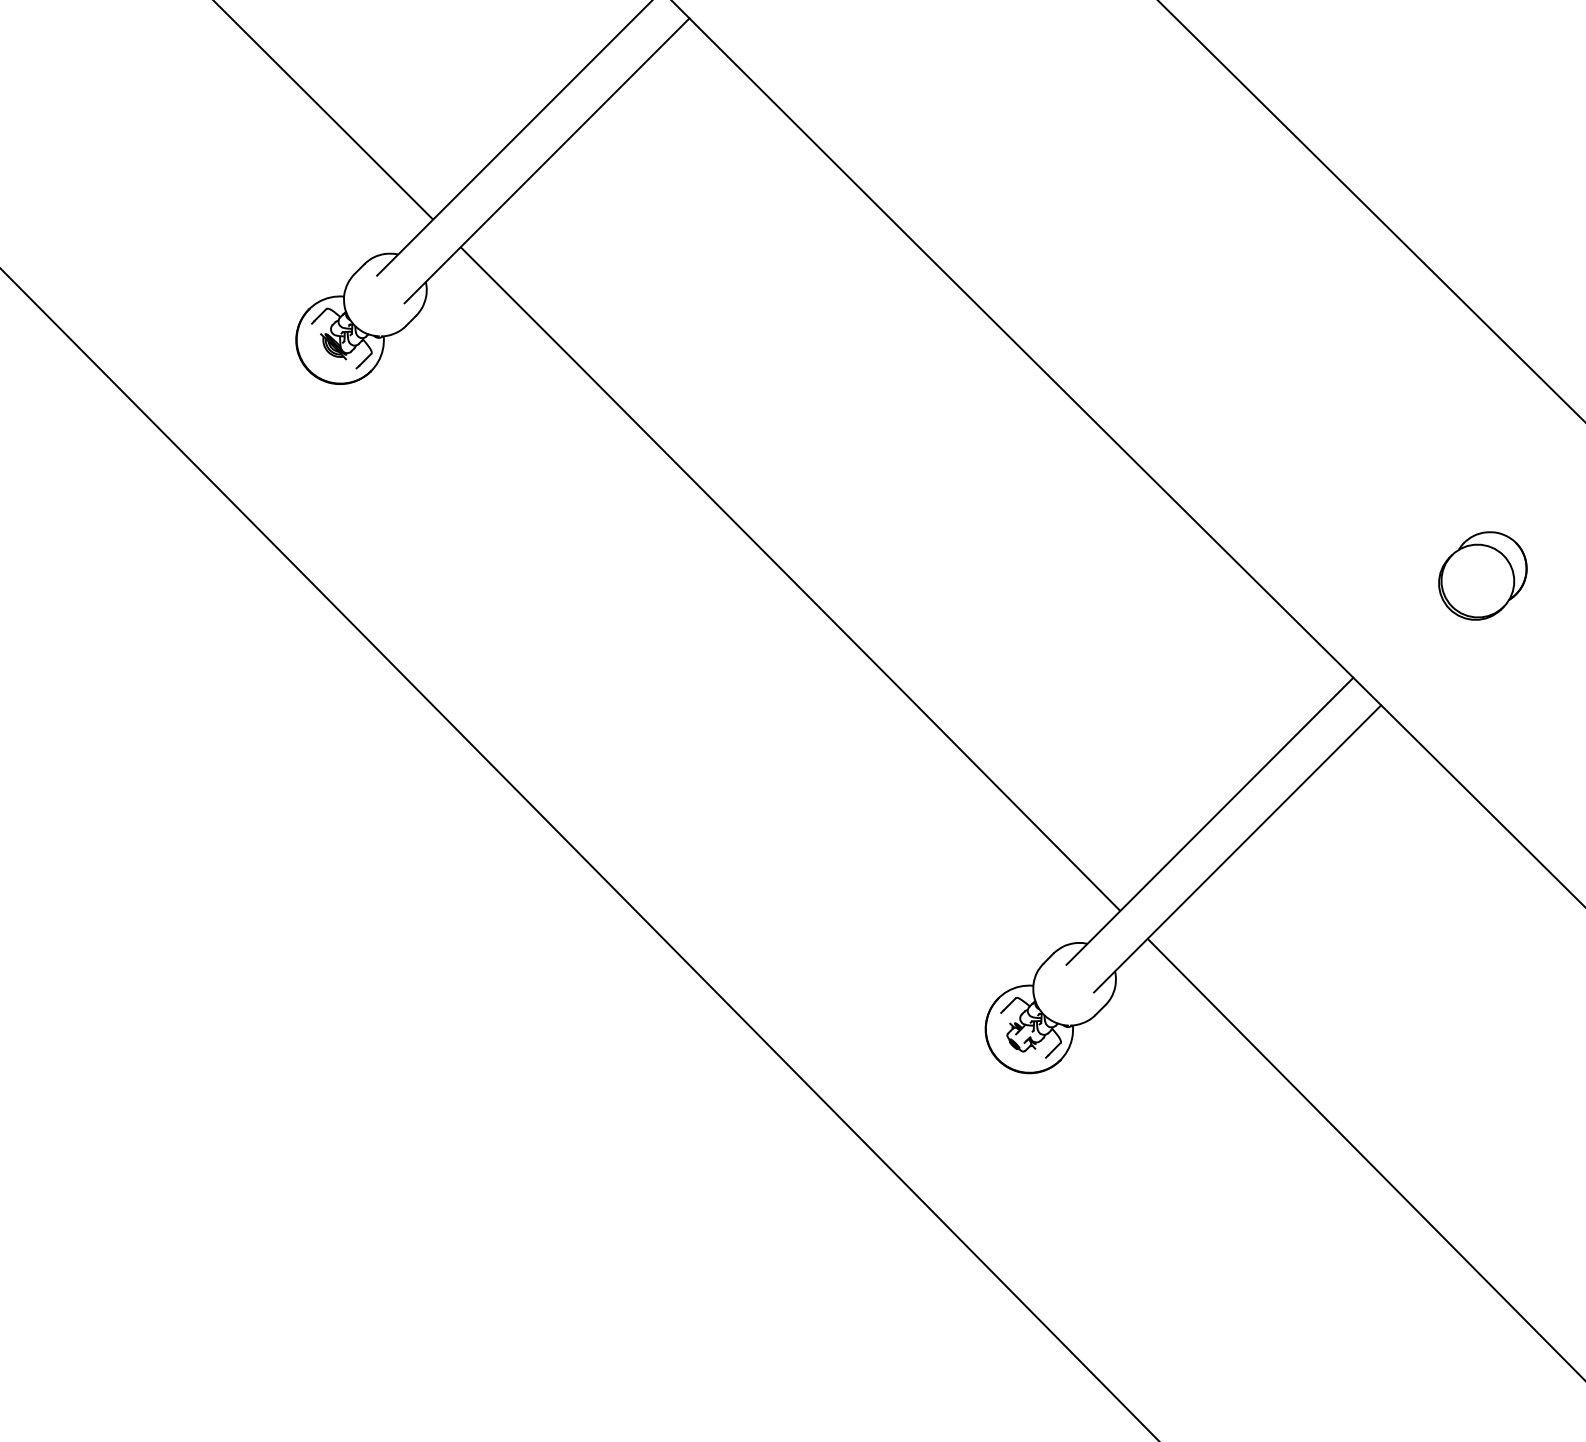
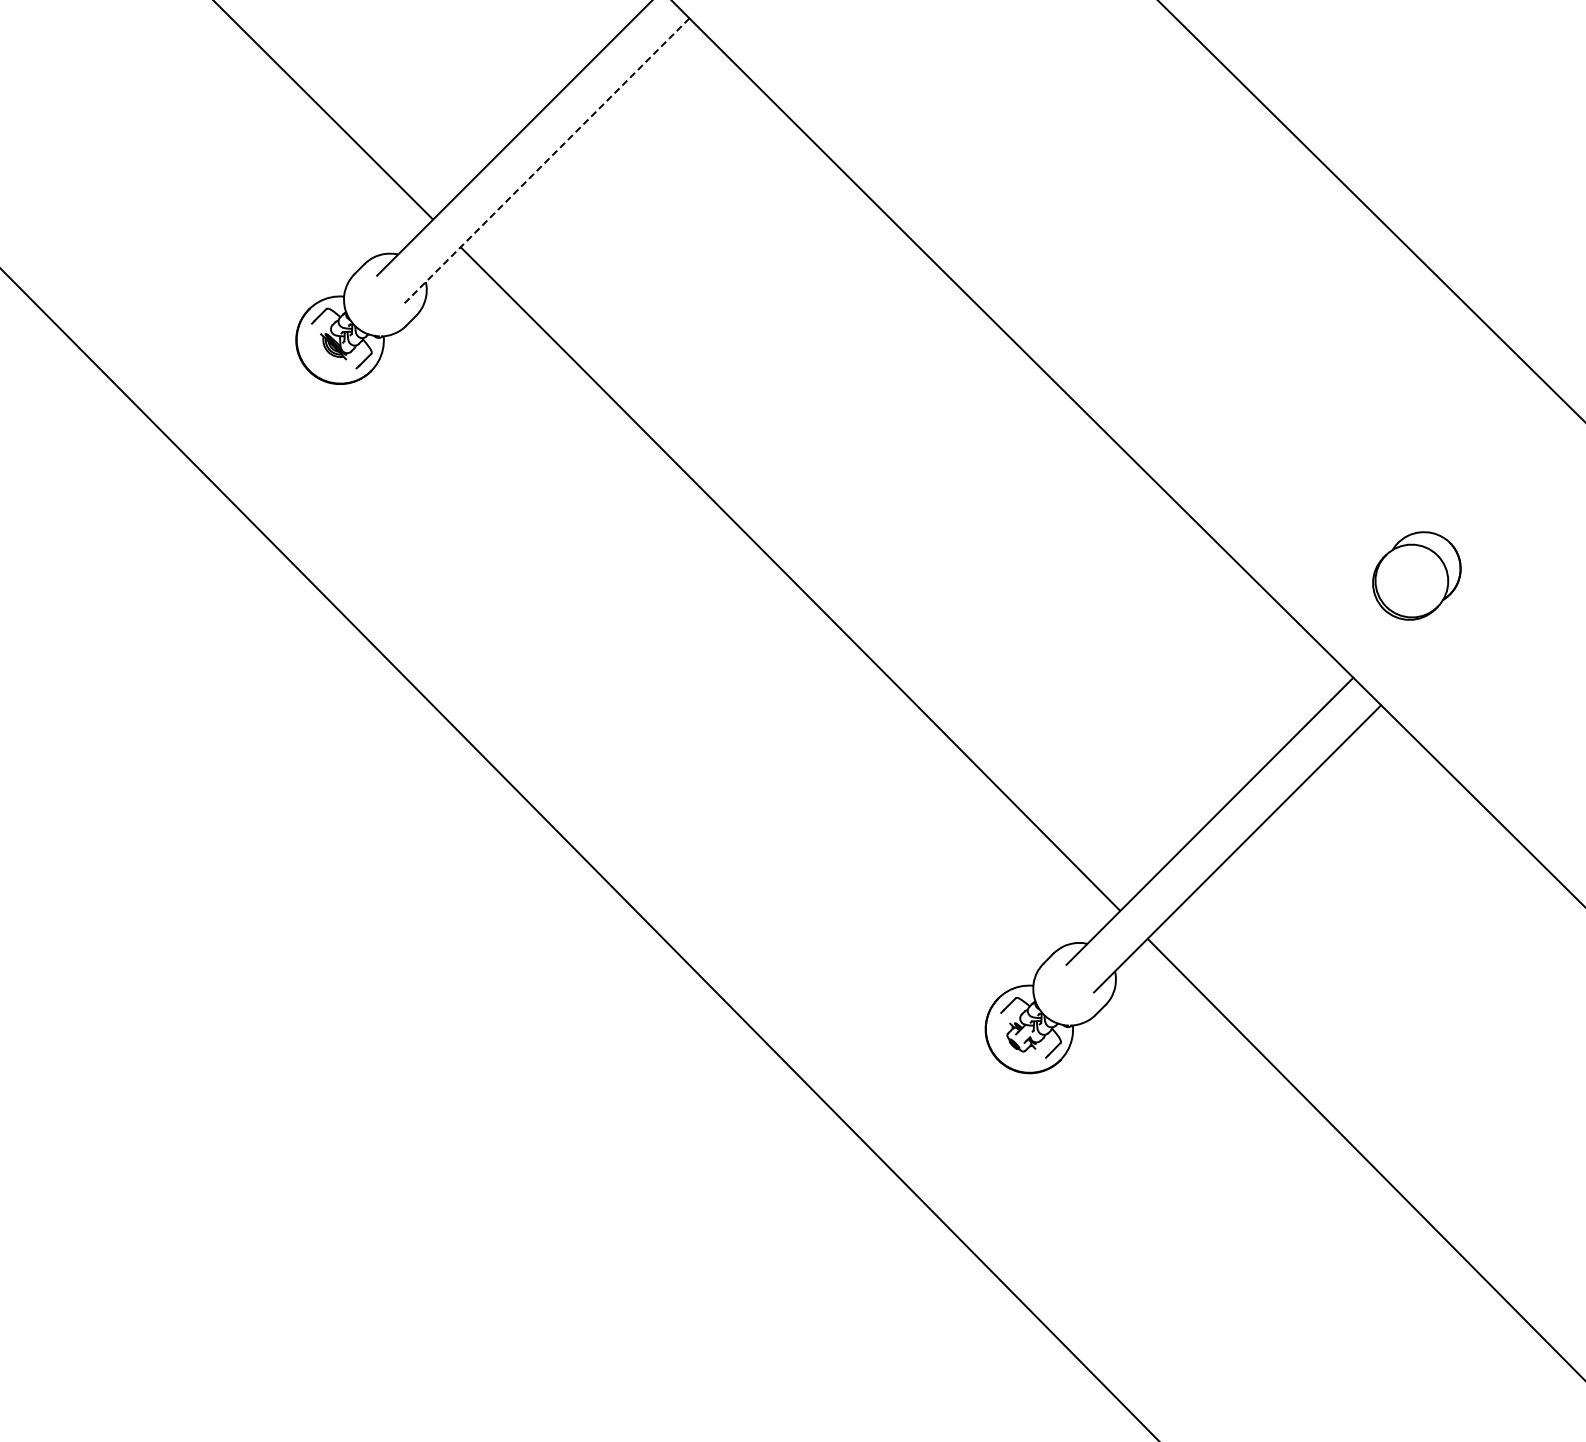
line at (546, 161): solid -> dashed
part at (1482, 575) position: (1482, 575) -> (1416, 575)
